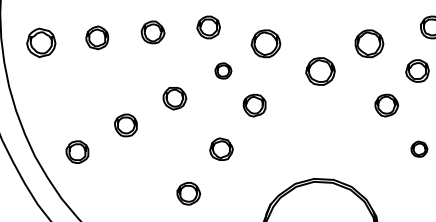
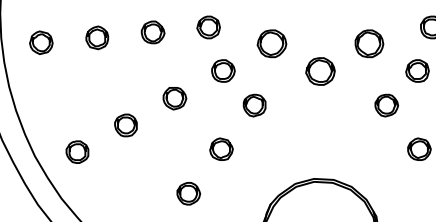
part at (41, 42) size: 31x31 px -> 25x25 px
part at (265, 43) position: (265, 43) -> (271, 43)
part at (223, 70) size: 19x18 px -> 25x24 px
part at (419, 148) size: 19x18 px -> 25x24 px
